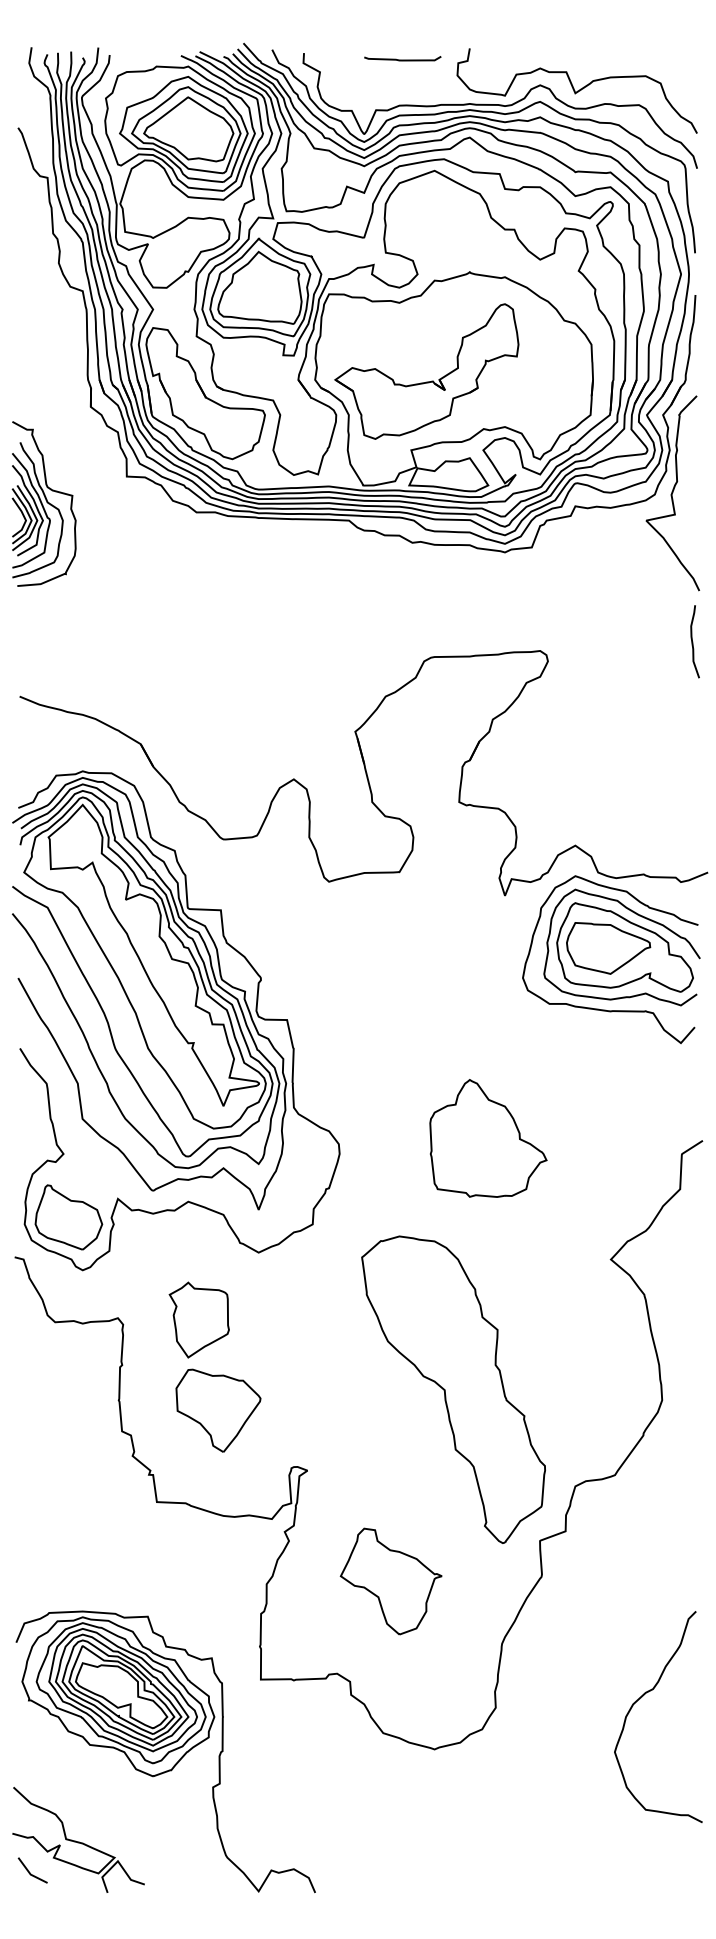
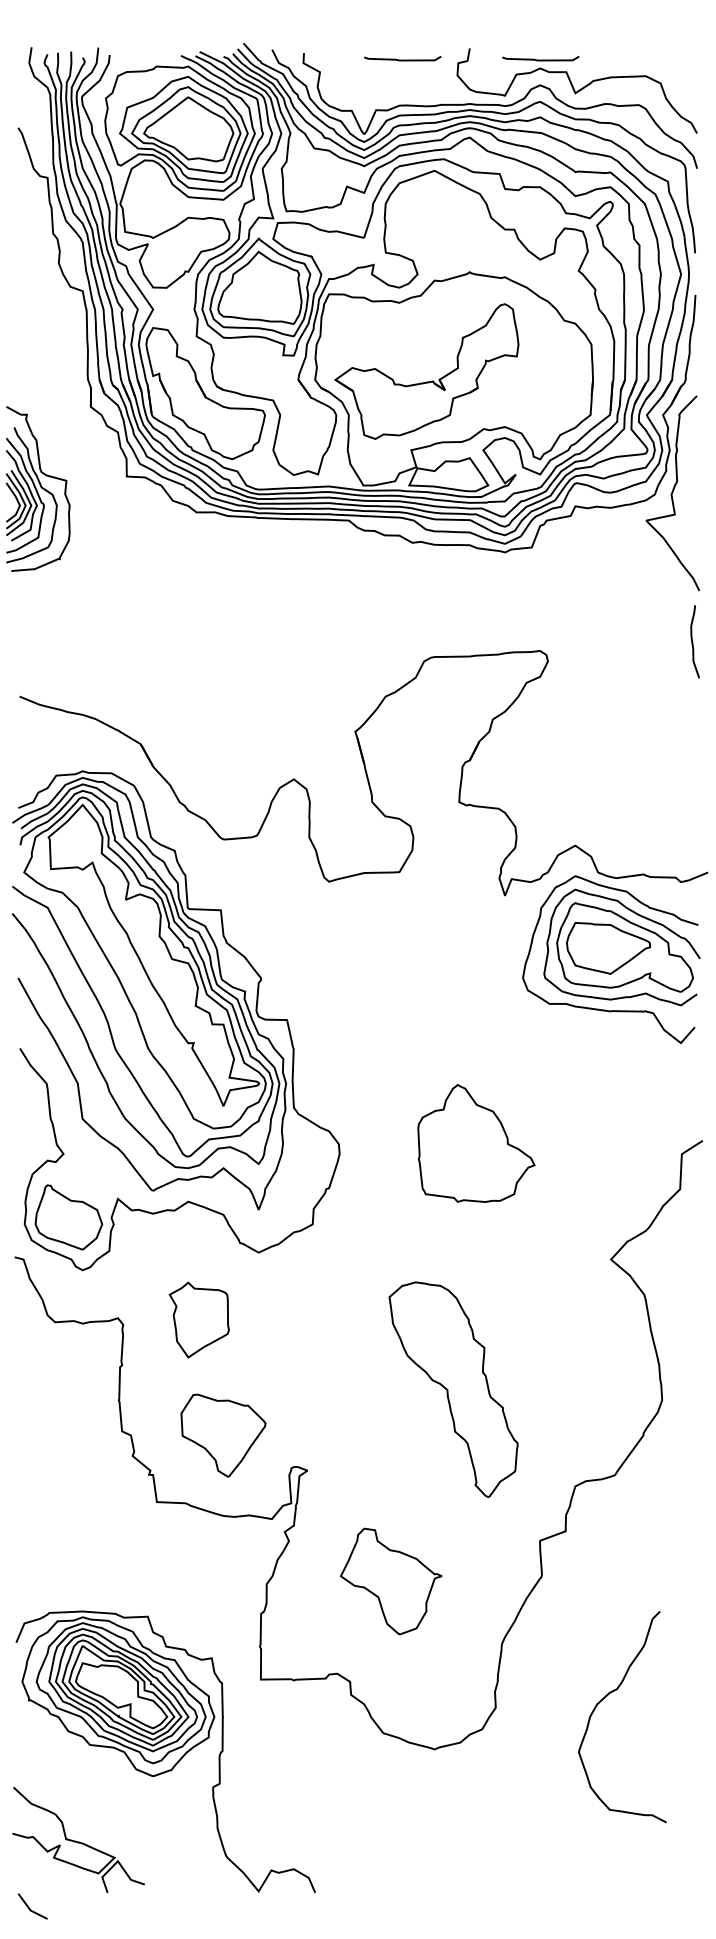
curve at (540, 59): none -> present
part at (43, 503) position: (43, 503) -> (37, 488)
part at (488, 1138) position: (488, 1138) -> (476, 1143)
part at (453, 1389) size: 185x309 px -> 131x217 px
part at (218, 1410) position: (218, 1410) -> (223, 1435)
curve at (641, 1698) position: (641, 1698) -> (605, 1698)
line at (30, 1872) position: (30, 1872) -> (30, 1908)
